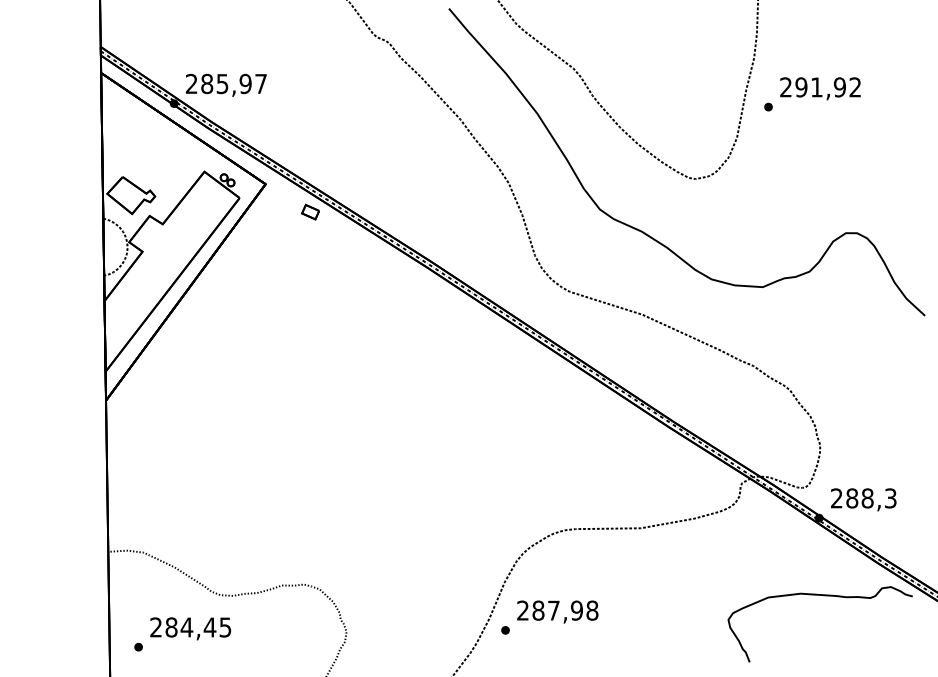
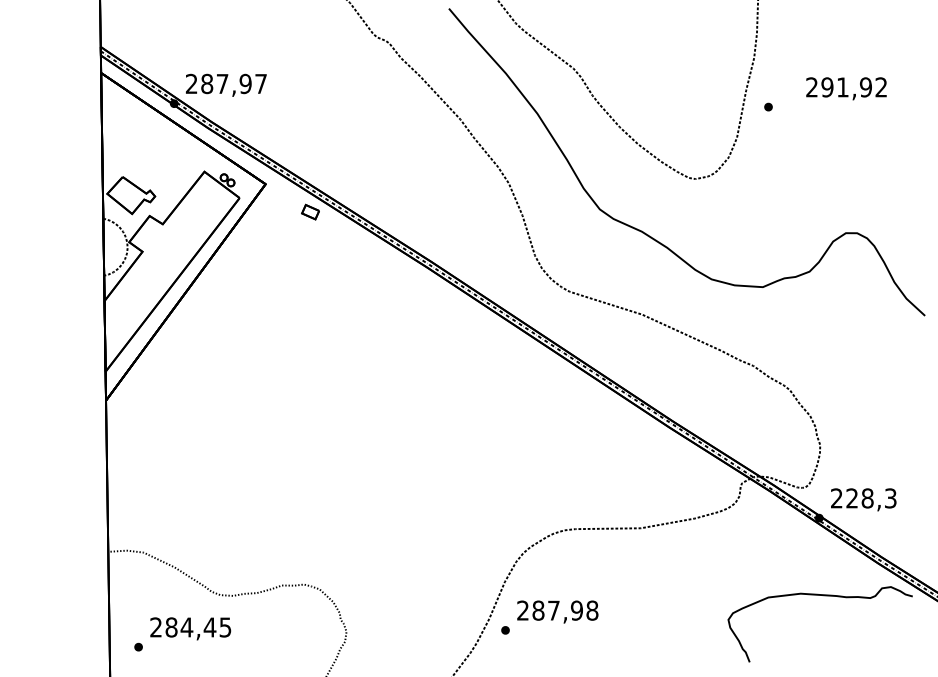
text at (222, 84): 285,97 -> 287,97
text at (820, 88) position: (820, 88) -> (846, 88)
text at (852, 498): 288,3 -> 228,3
